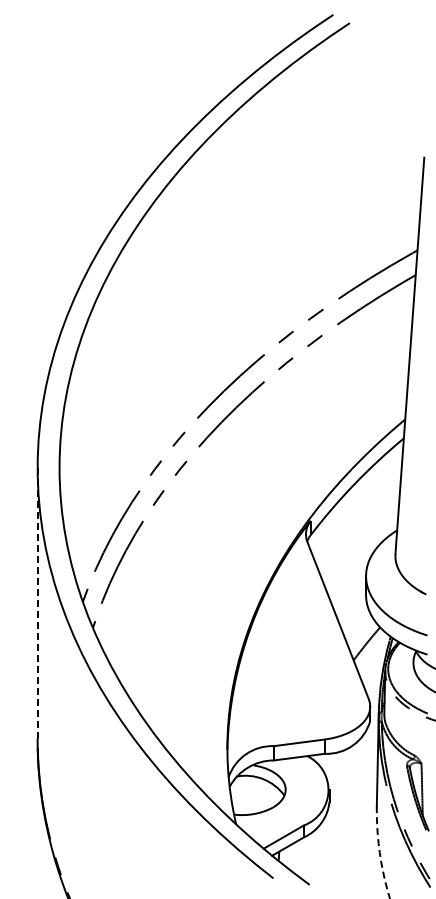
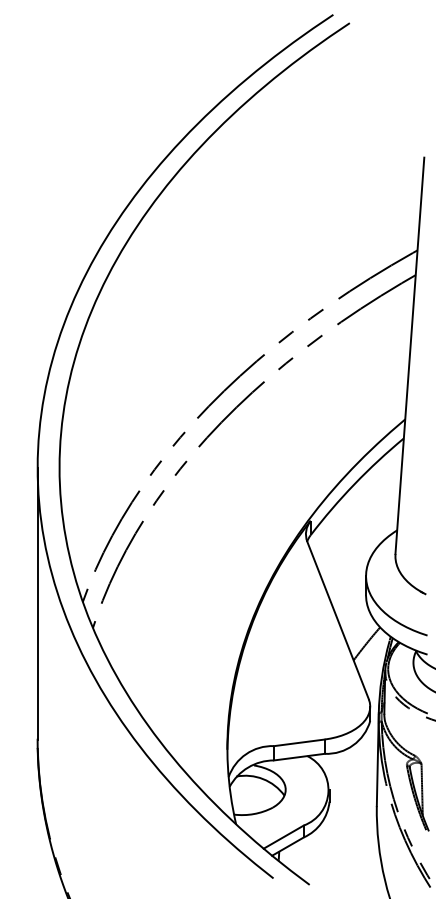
line at (37, 603): dashed -> solid
arc at (379, 852): dashed -> solid
